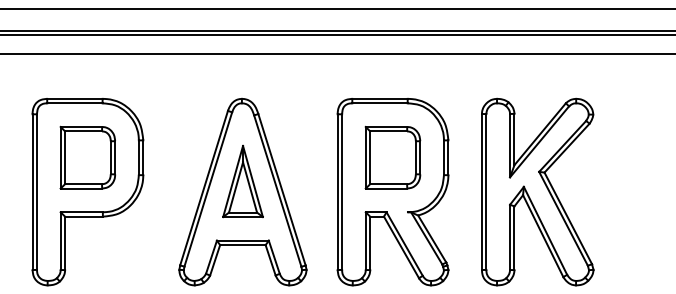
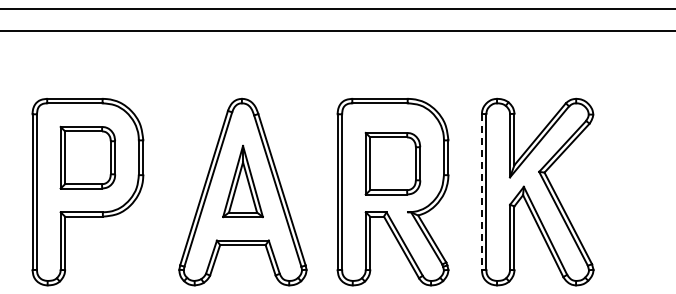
line at (337, 35): present -> none
line at (337, 53): present -> none
part at (392, 157) position: (392, 157) -> (392, 163)
line at (481, 192): solid -> dashed
